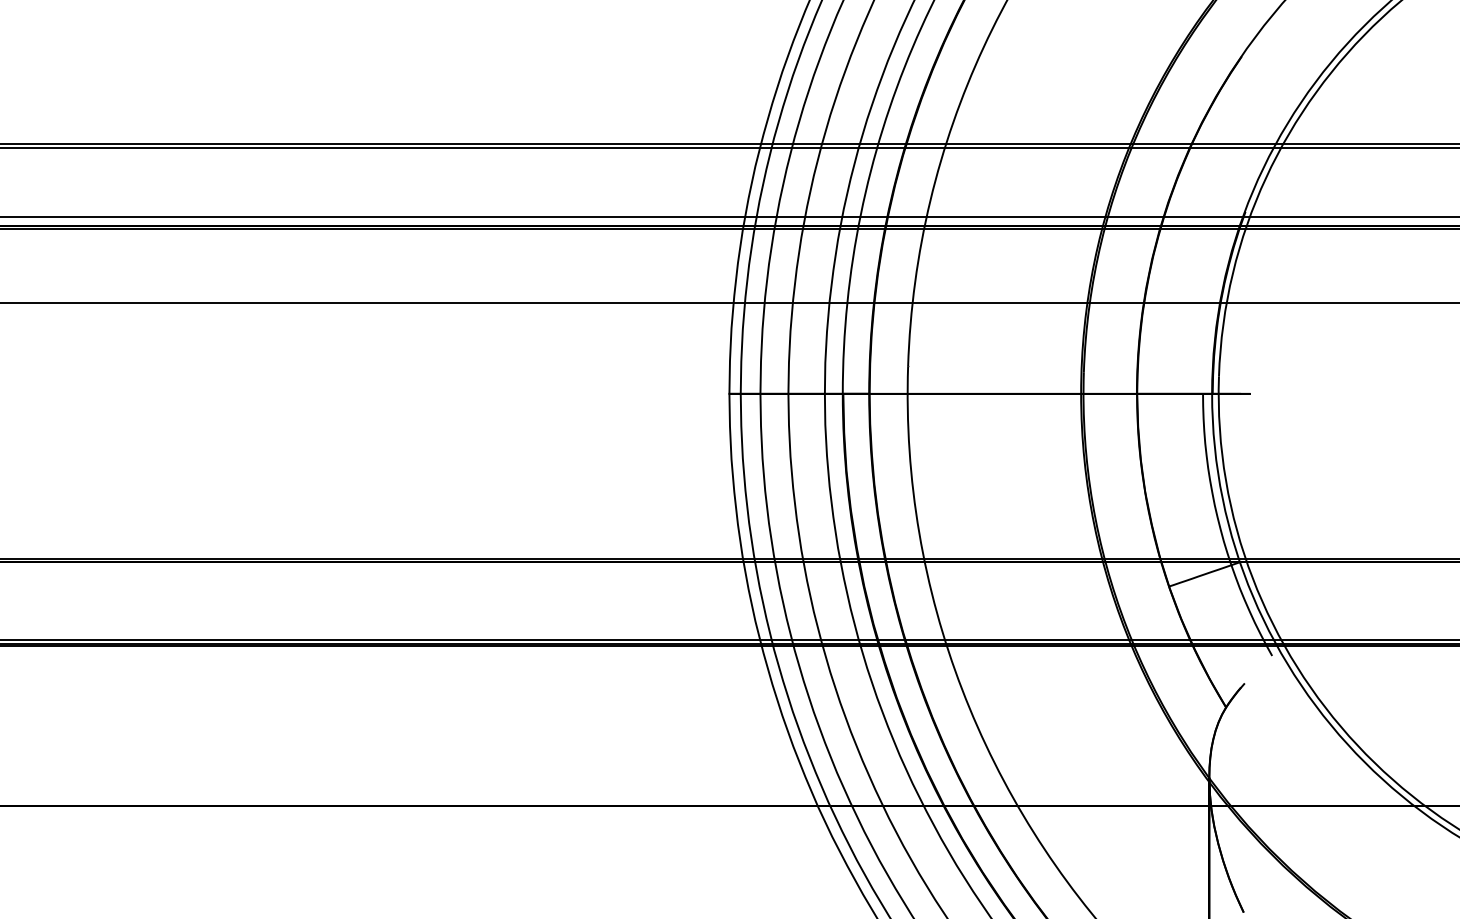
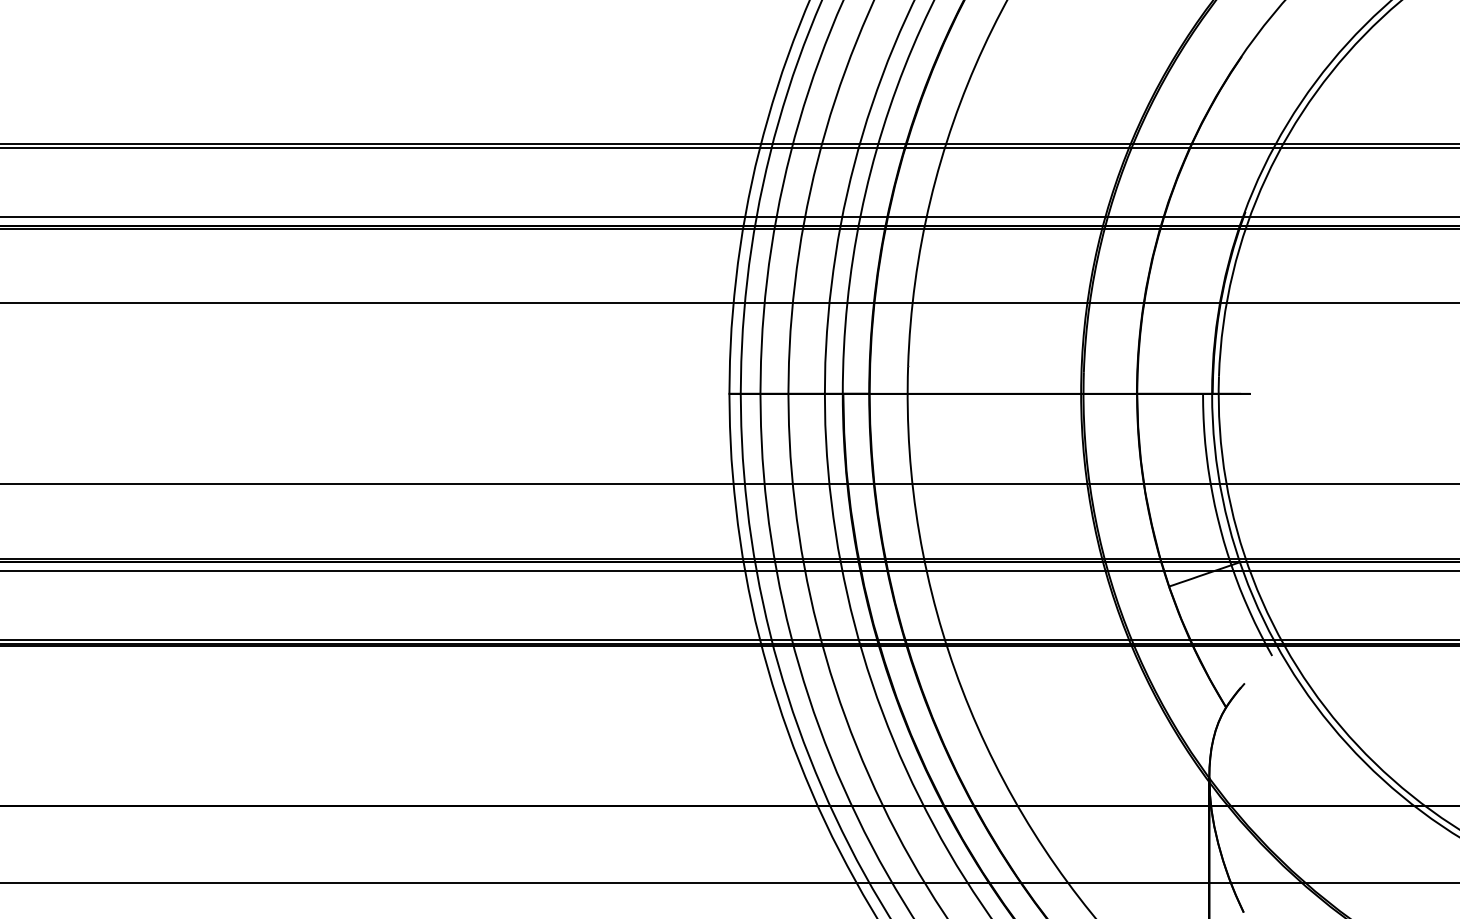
line at (729, 484): none -> present
line at (729, 570): none -> present
line at (729, 883): none -> present
